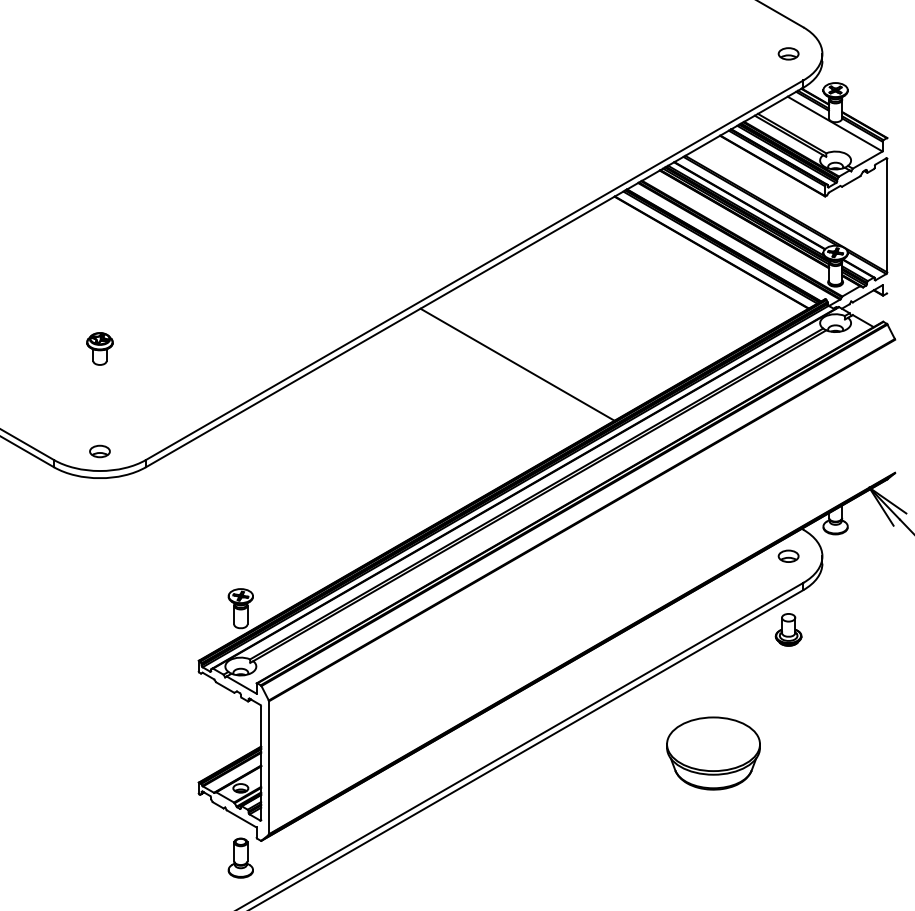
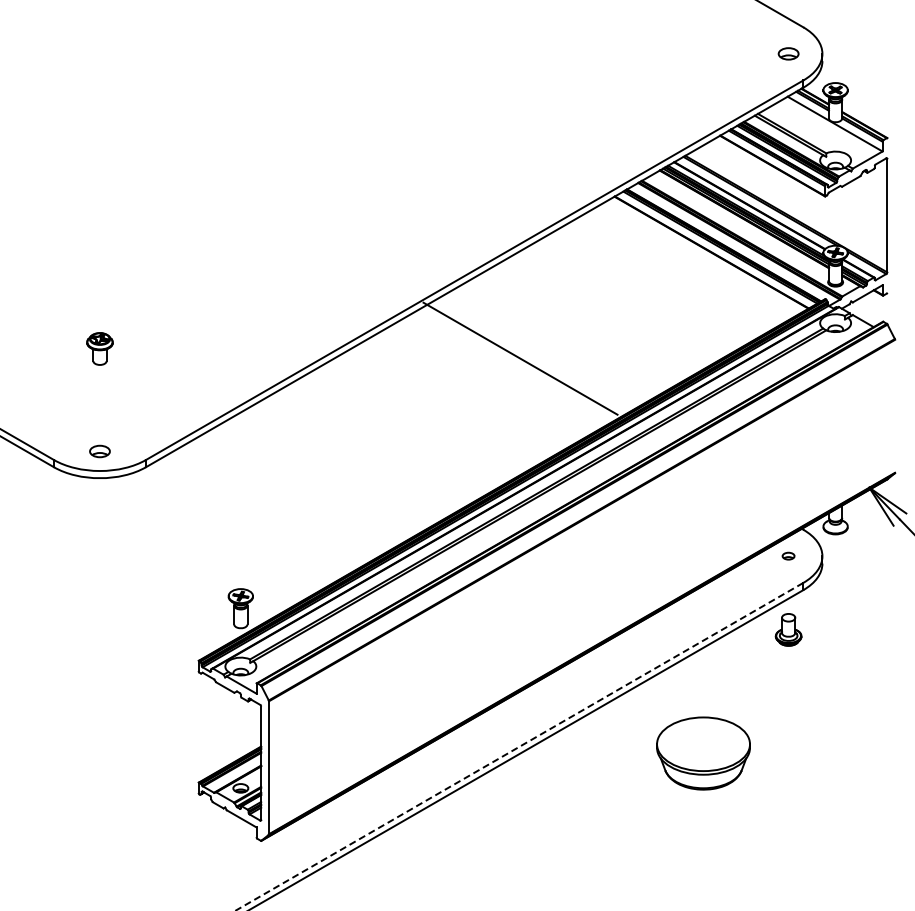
line at (517, 364) position: (517, 364) -> (520, 358)
part at (788, 555) size: 23x14 px -> 15x10 px
line at (518, 747): solid -> dashed
part at (713, 753) position: (713, 753) -> (703, 753)
part at (240, 857): present -> none
